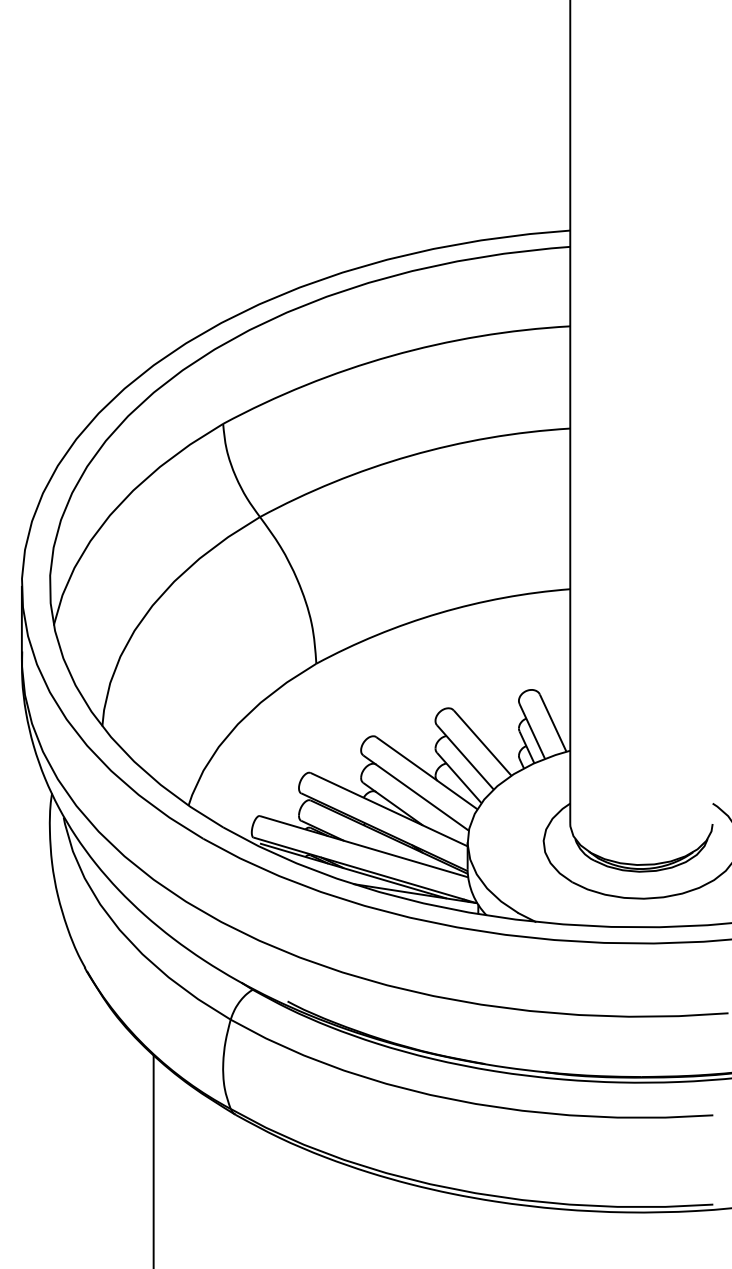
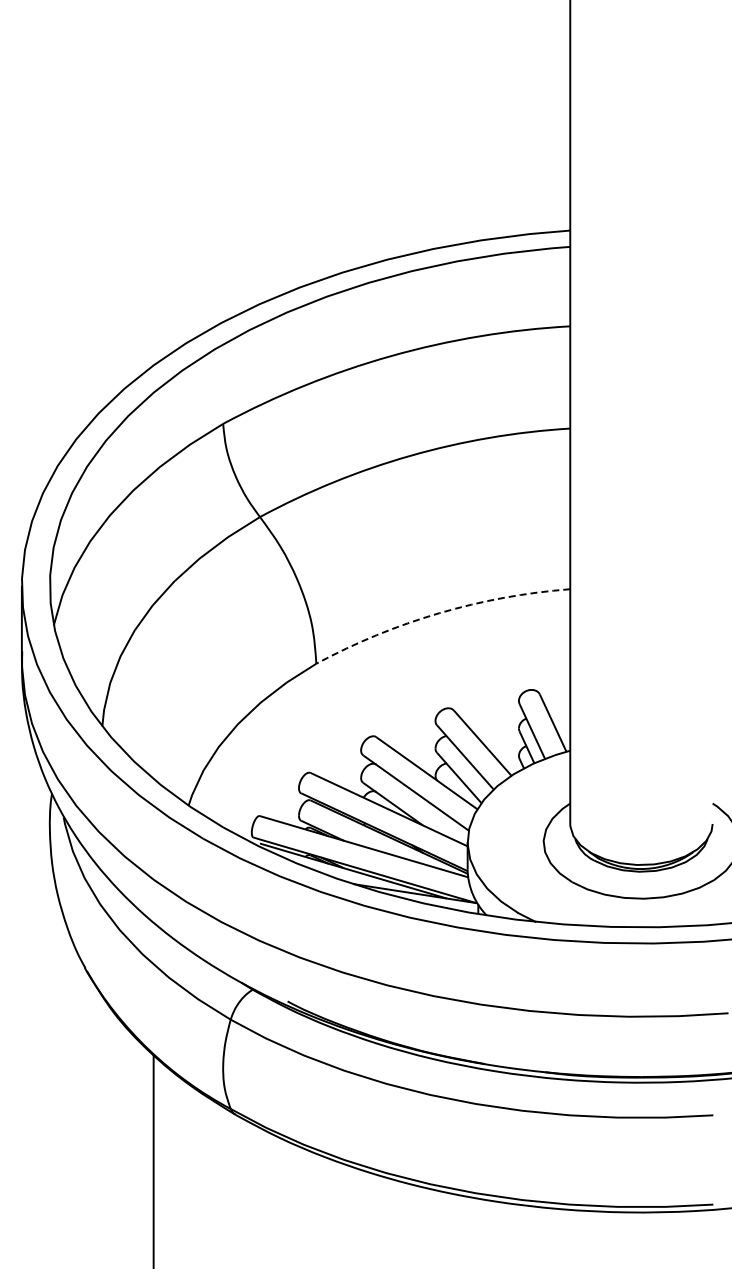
arc at (439, 613): solid -> dashed
